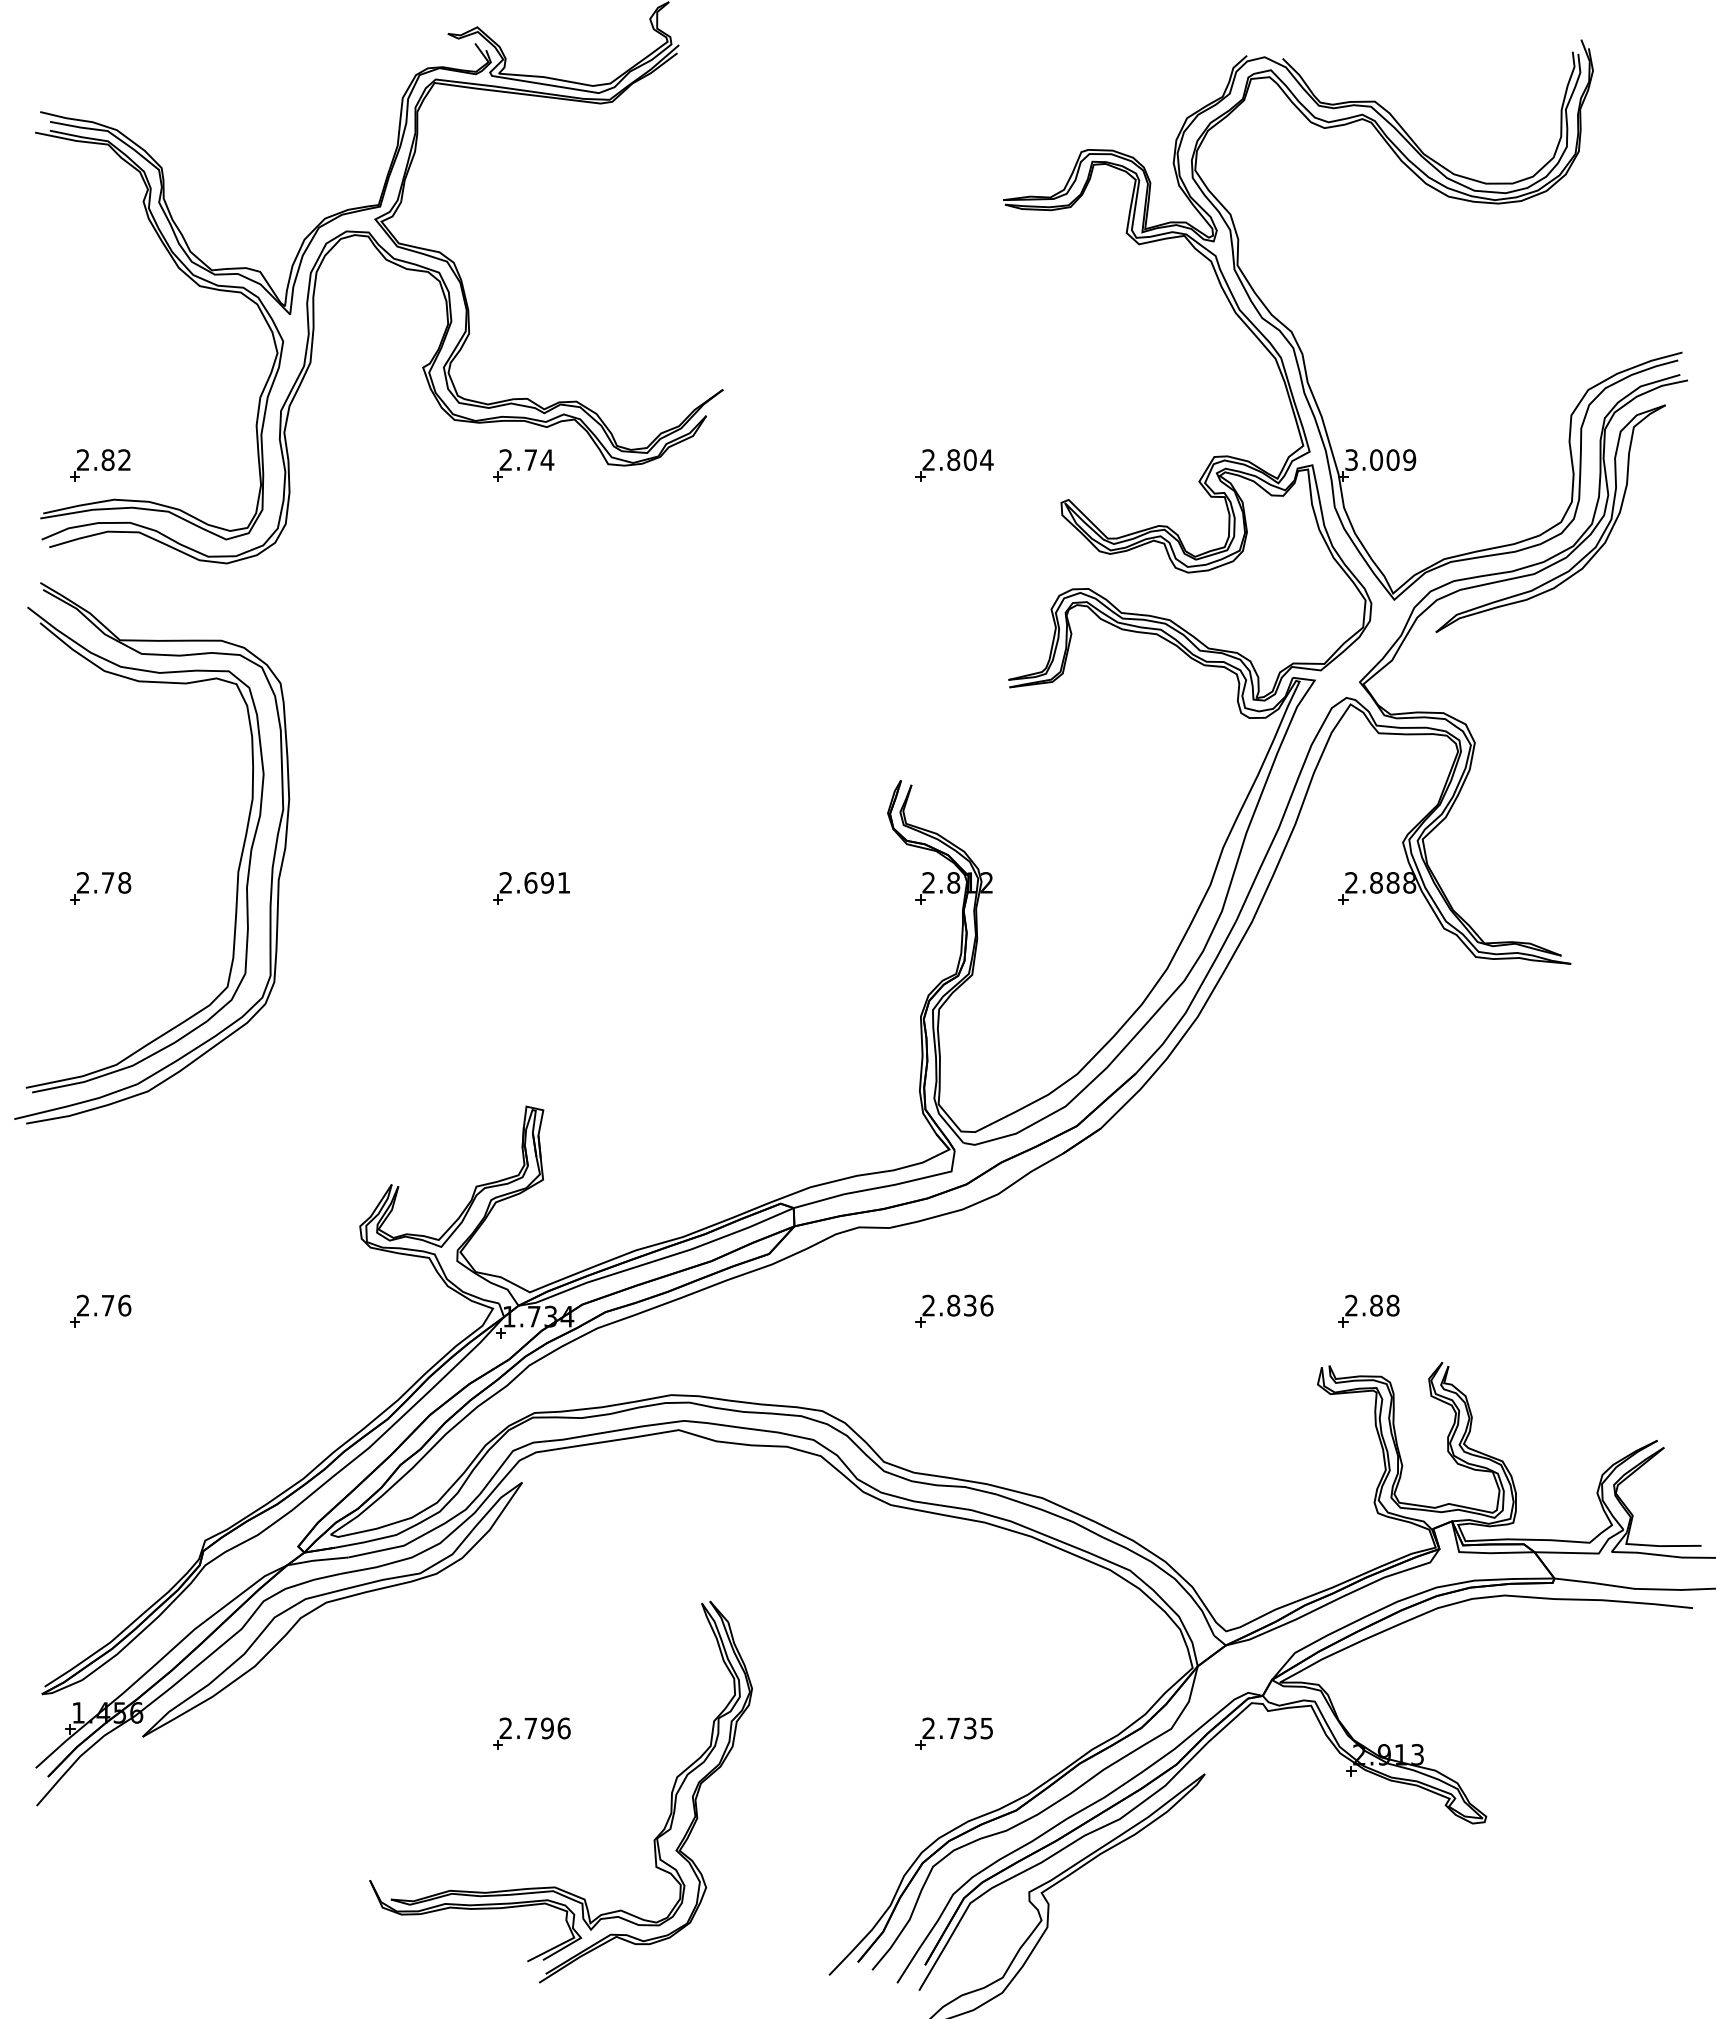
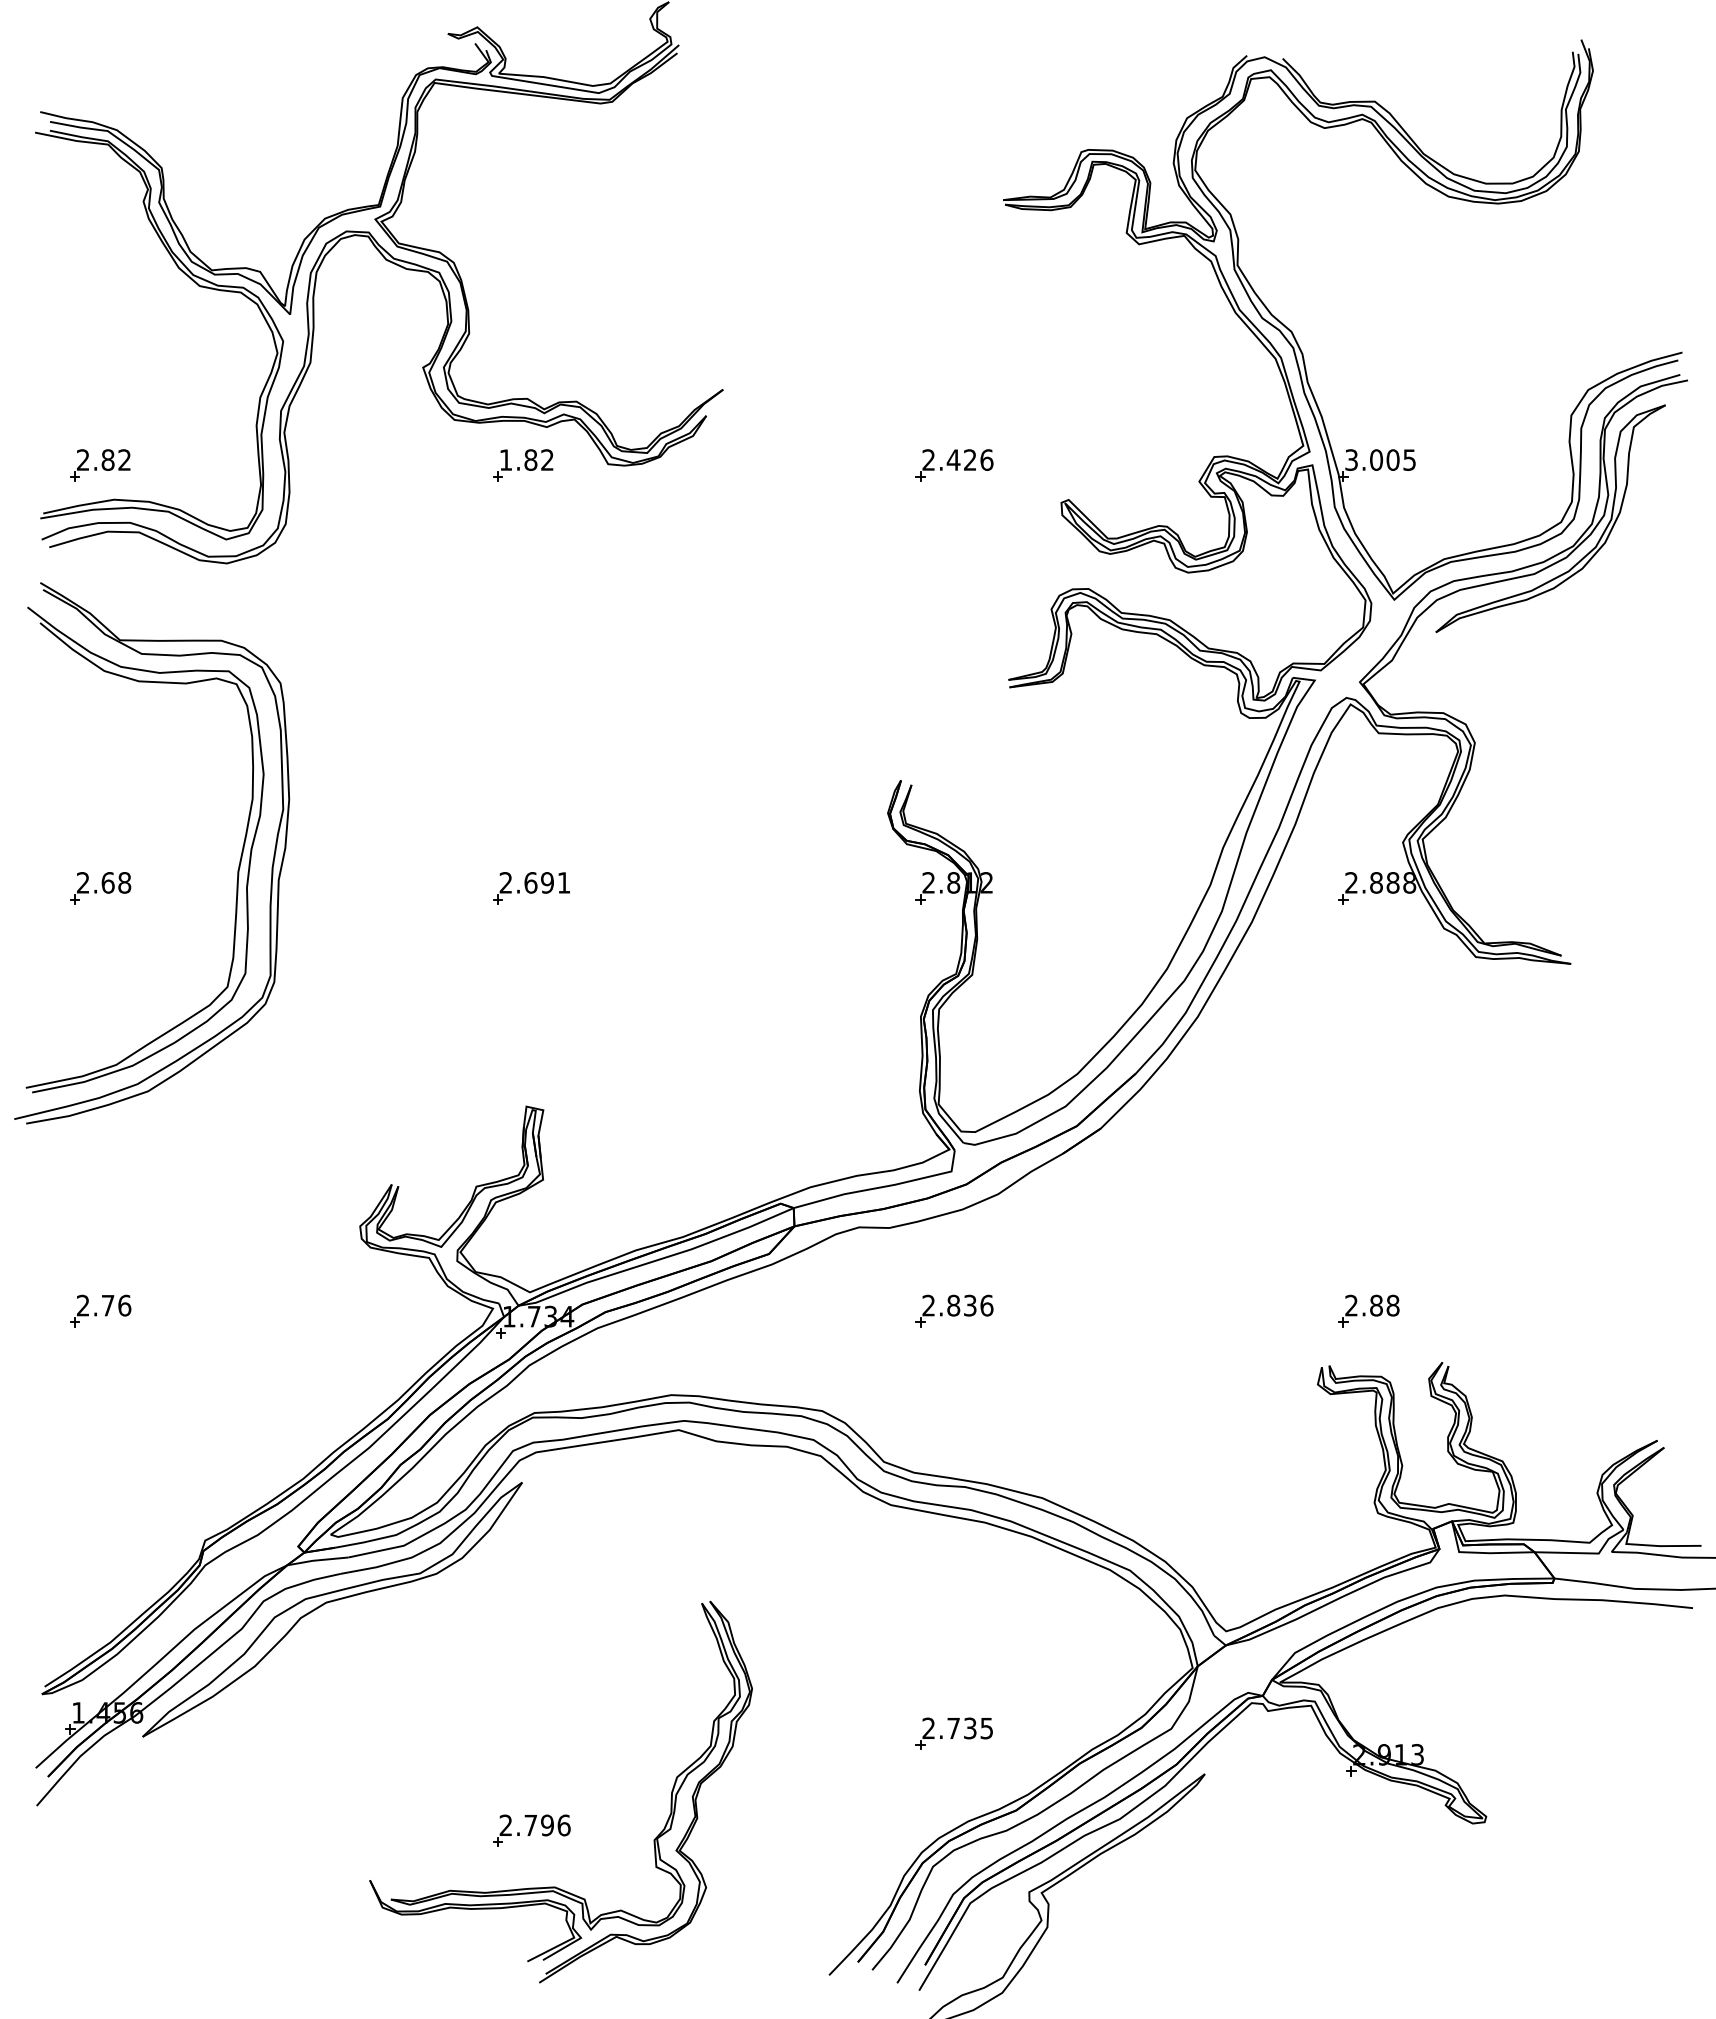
text at (526, 459): 2.74 -> 1.82
text at (969, 459): 2.804 -> 2.426
text at (1409, 459): 3.009 -> 3.005
text at (107, 882): 2.78 -> 2.68
part at (531, 1733) position: (531, 1733) -> (531, 1830)
